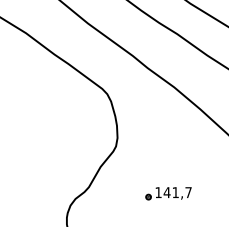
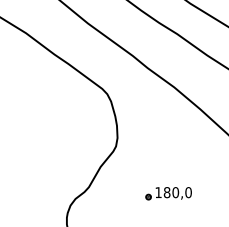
text at (177, 192): 141,7 -> 180,0
